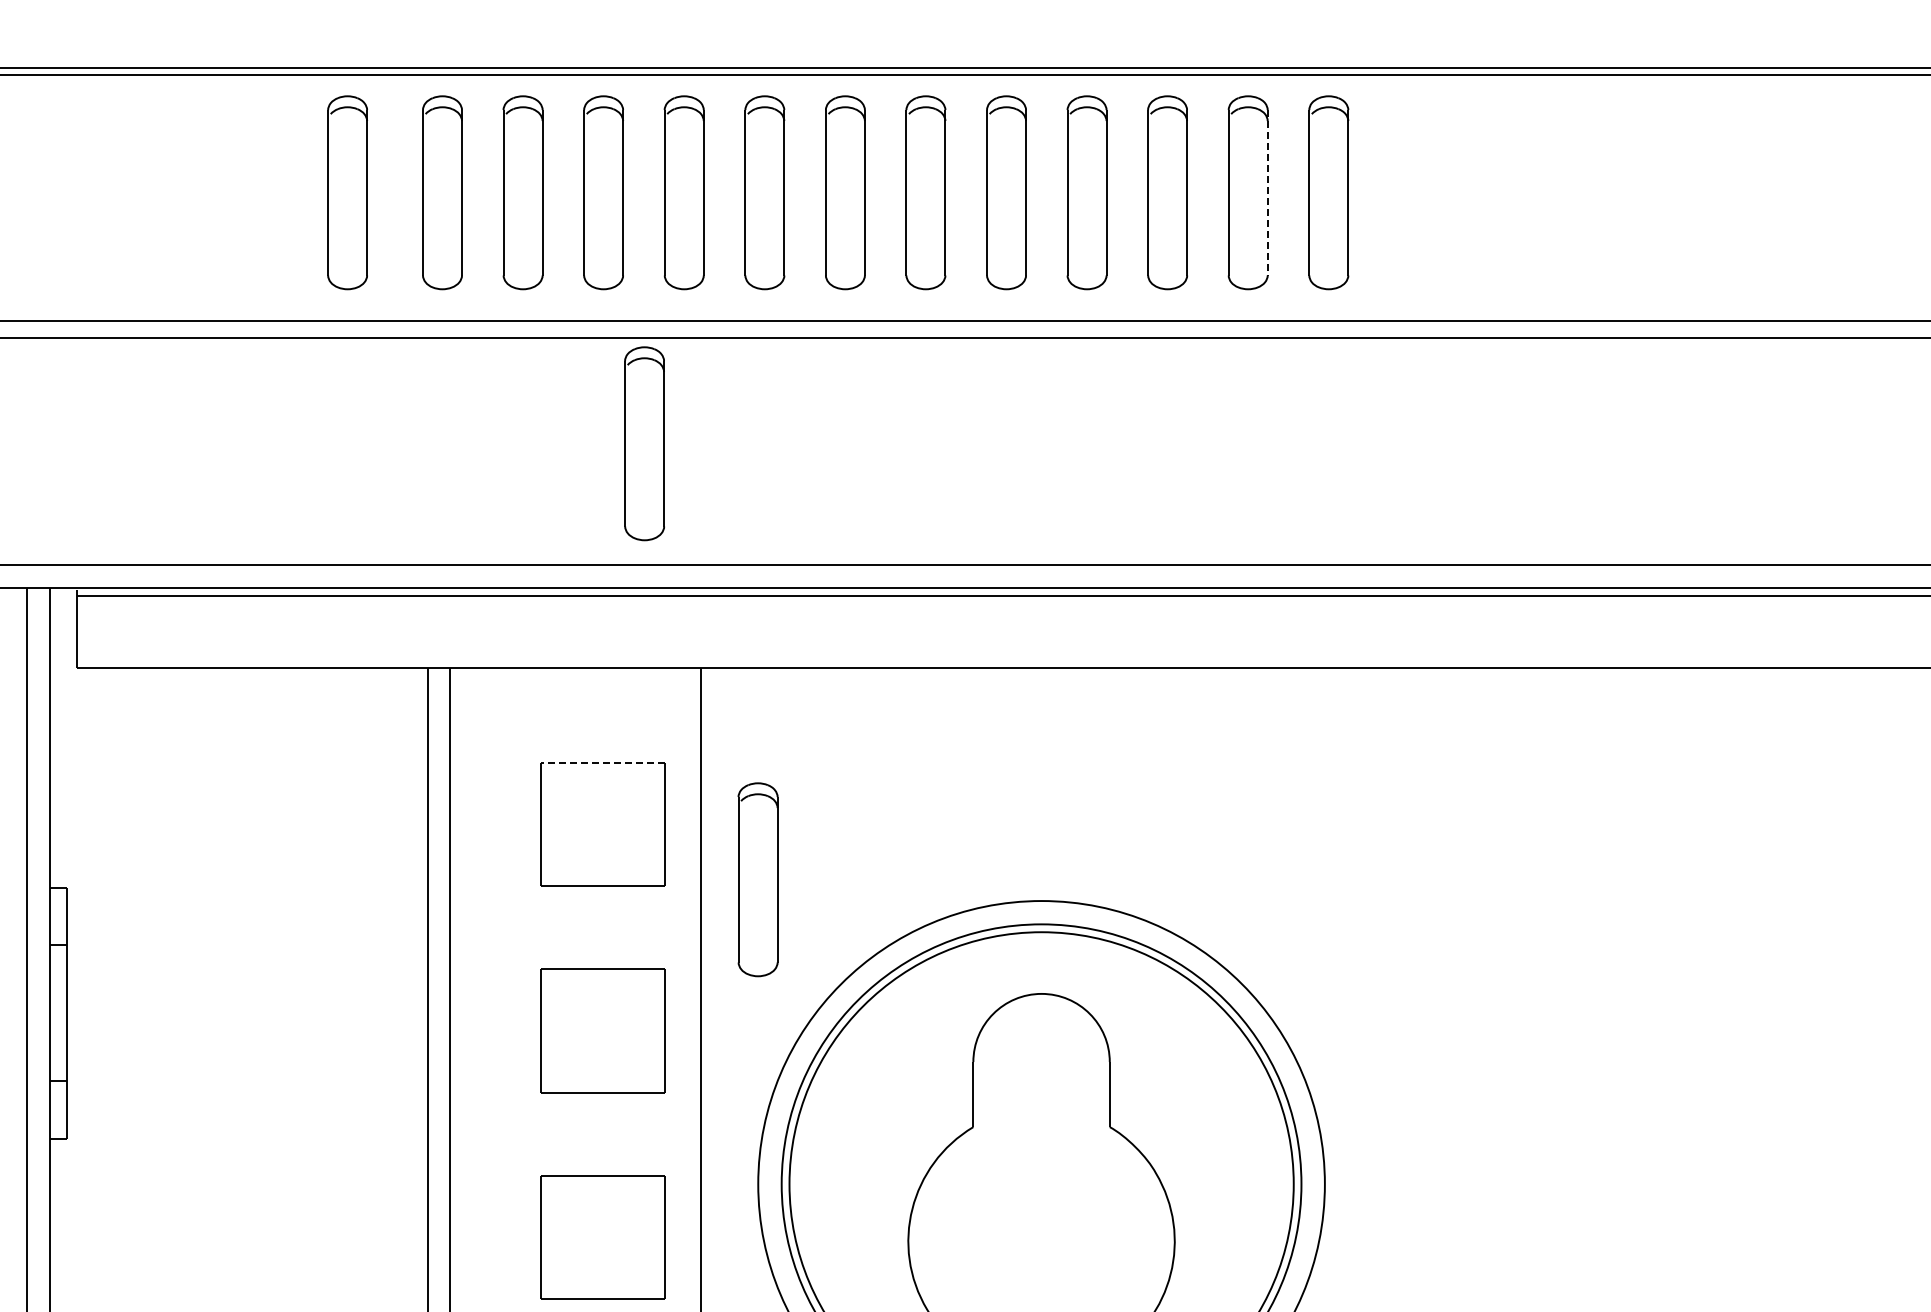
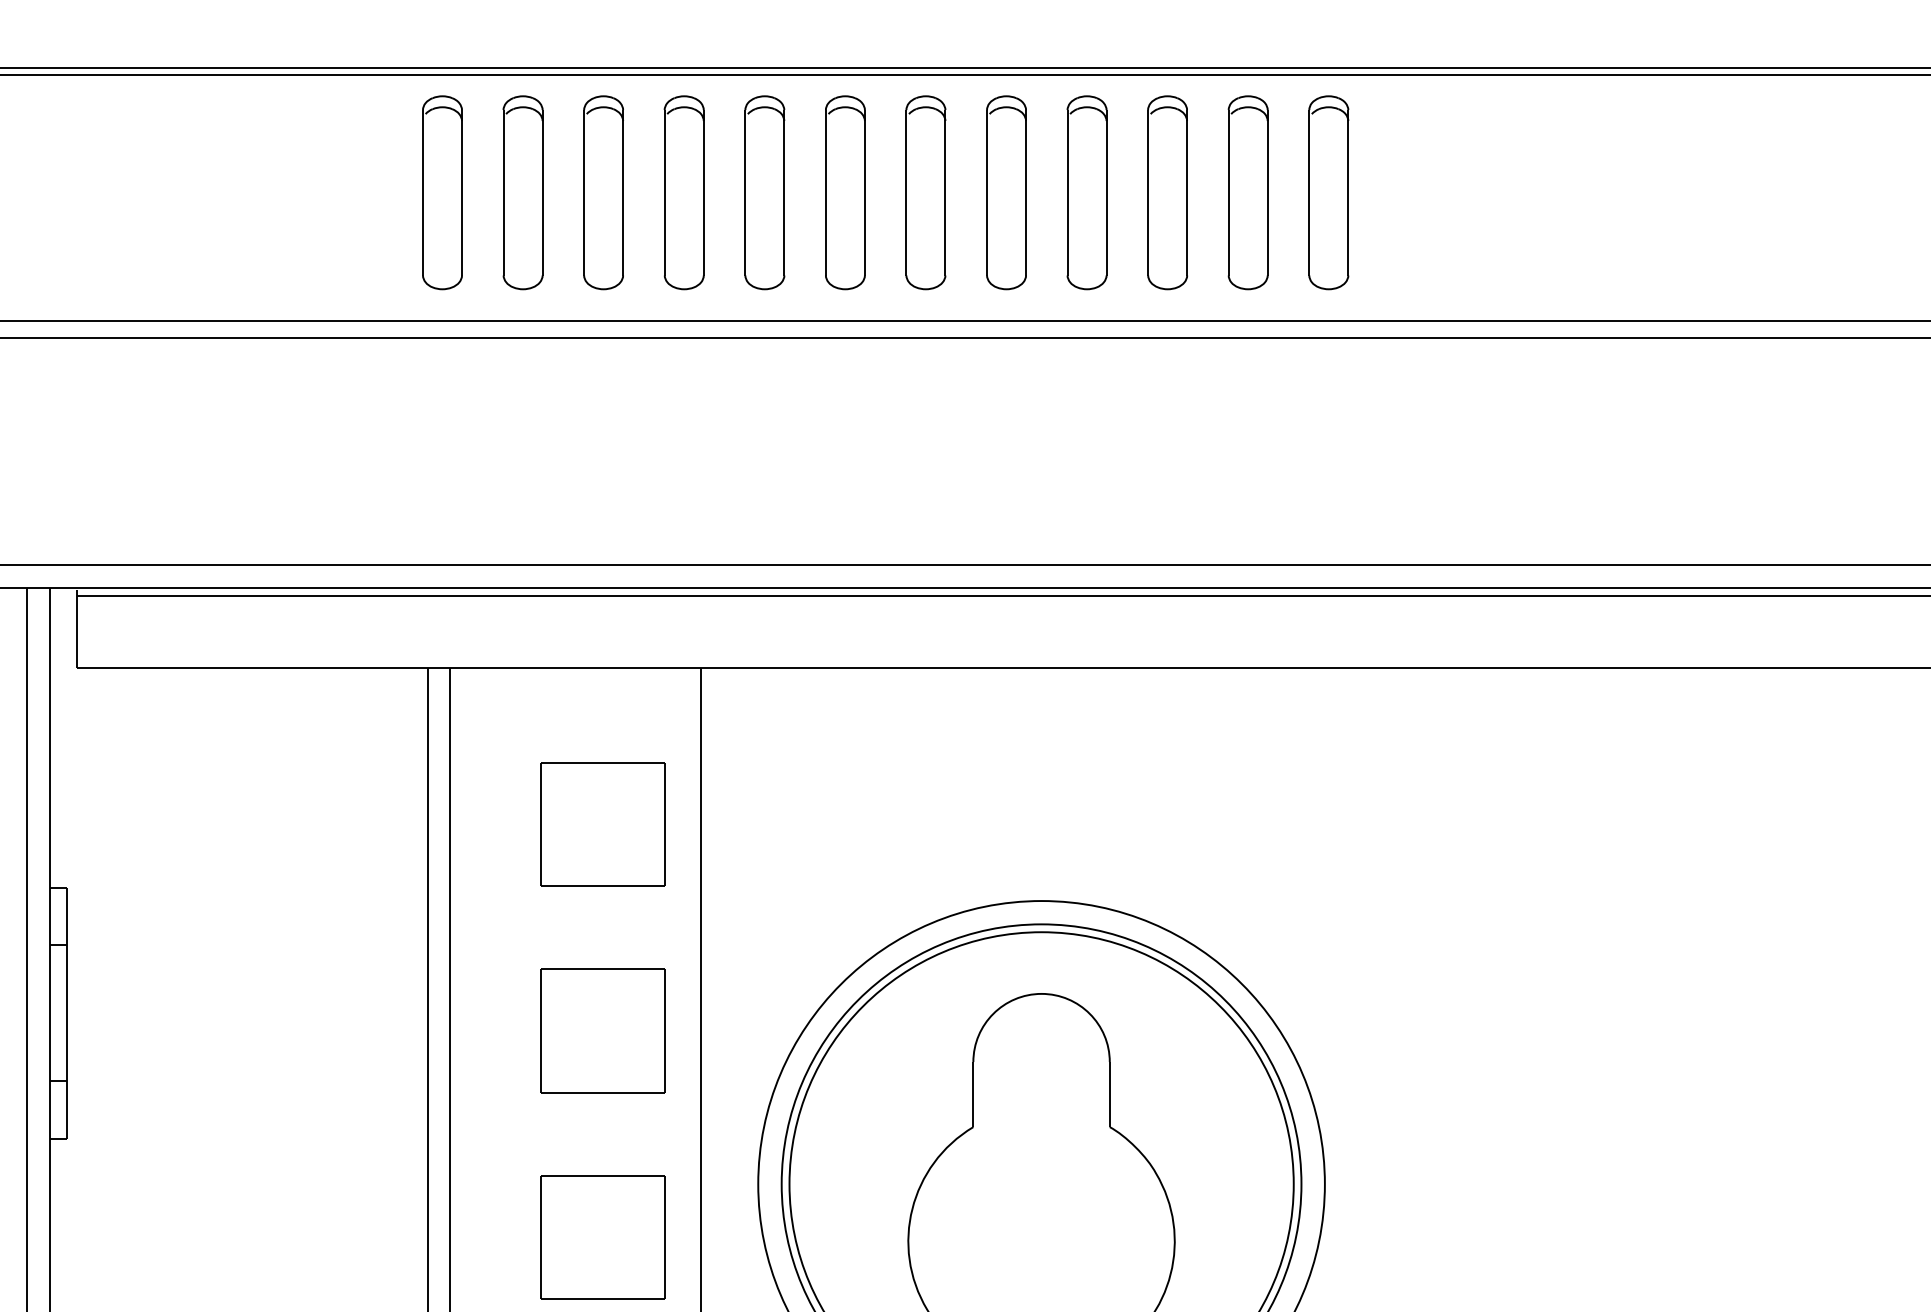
part at (347, 192): present -> none
line at (1267, 192): dashed -> solid
part at (644, 443): present -> none
line at (603, 762): dashed -> solid
part at (757, 879): present -> none
